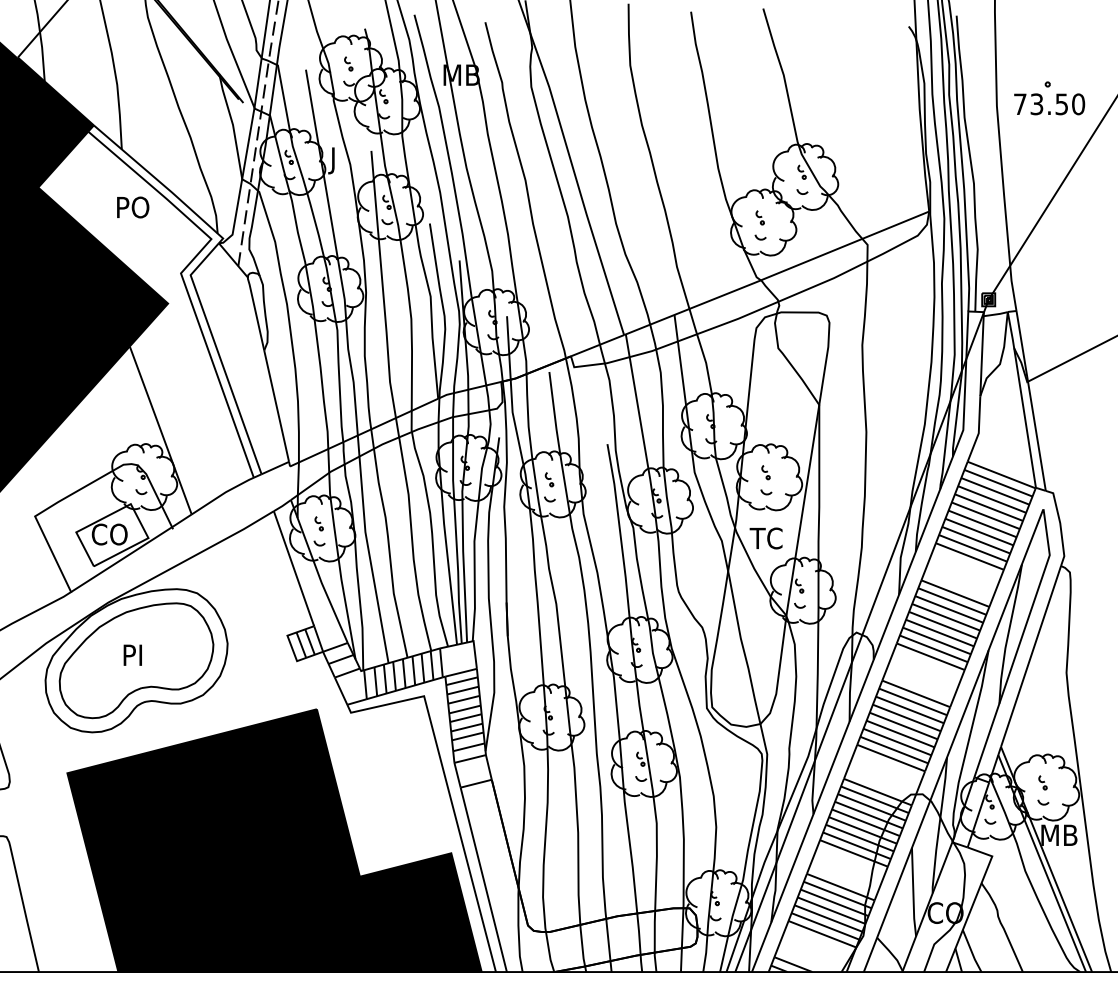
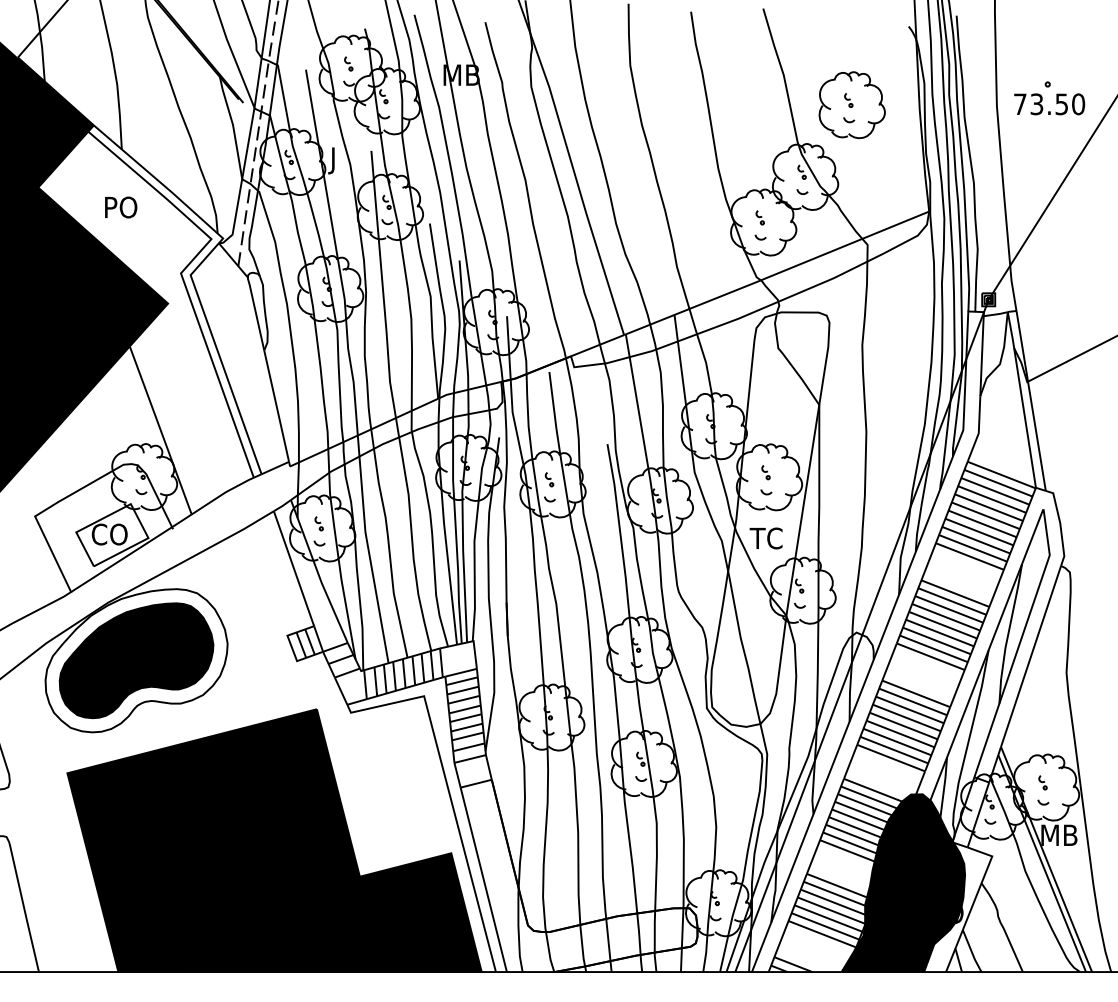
part at (851, 105): none -> present
text at (133, 207) position: (133, 207) -> (121, 207)
fill at (136, 660): none -> present
fill at (903, 883): none -> present
